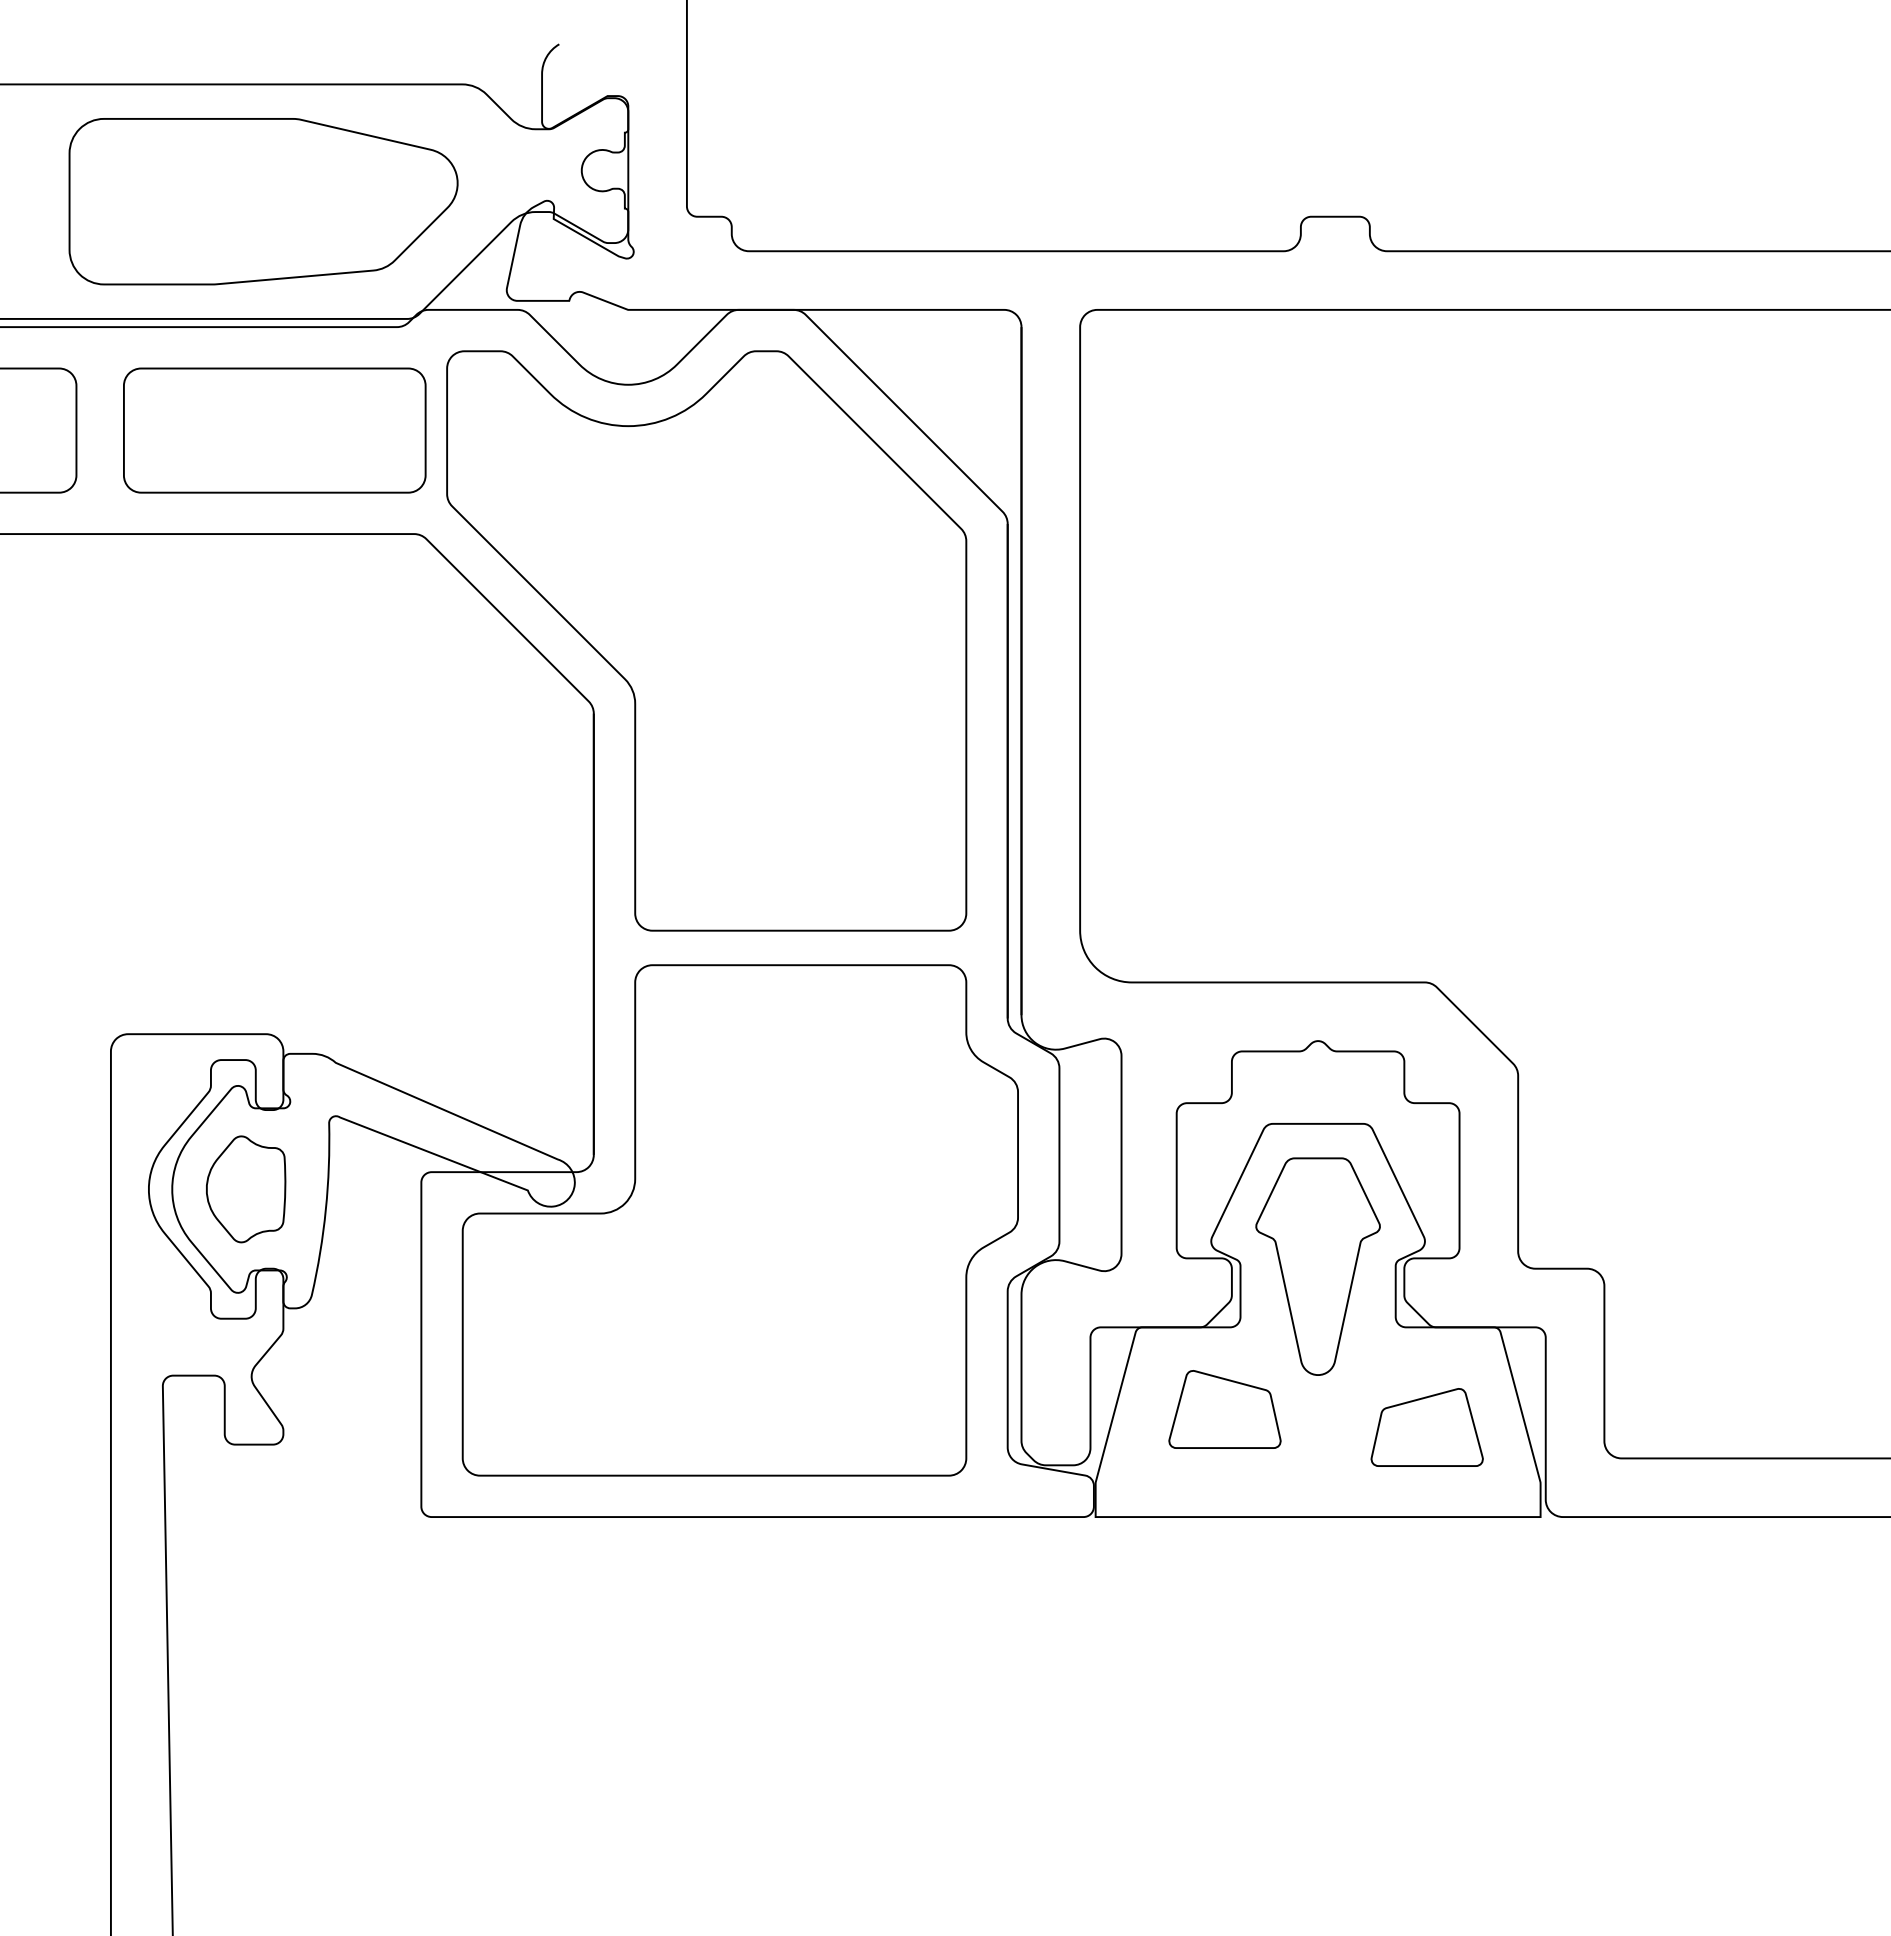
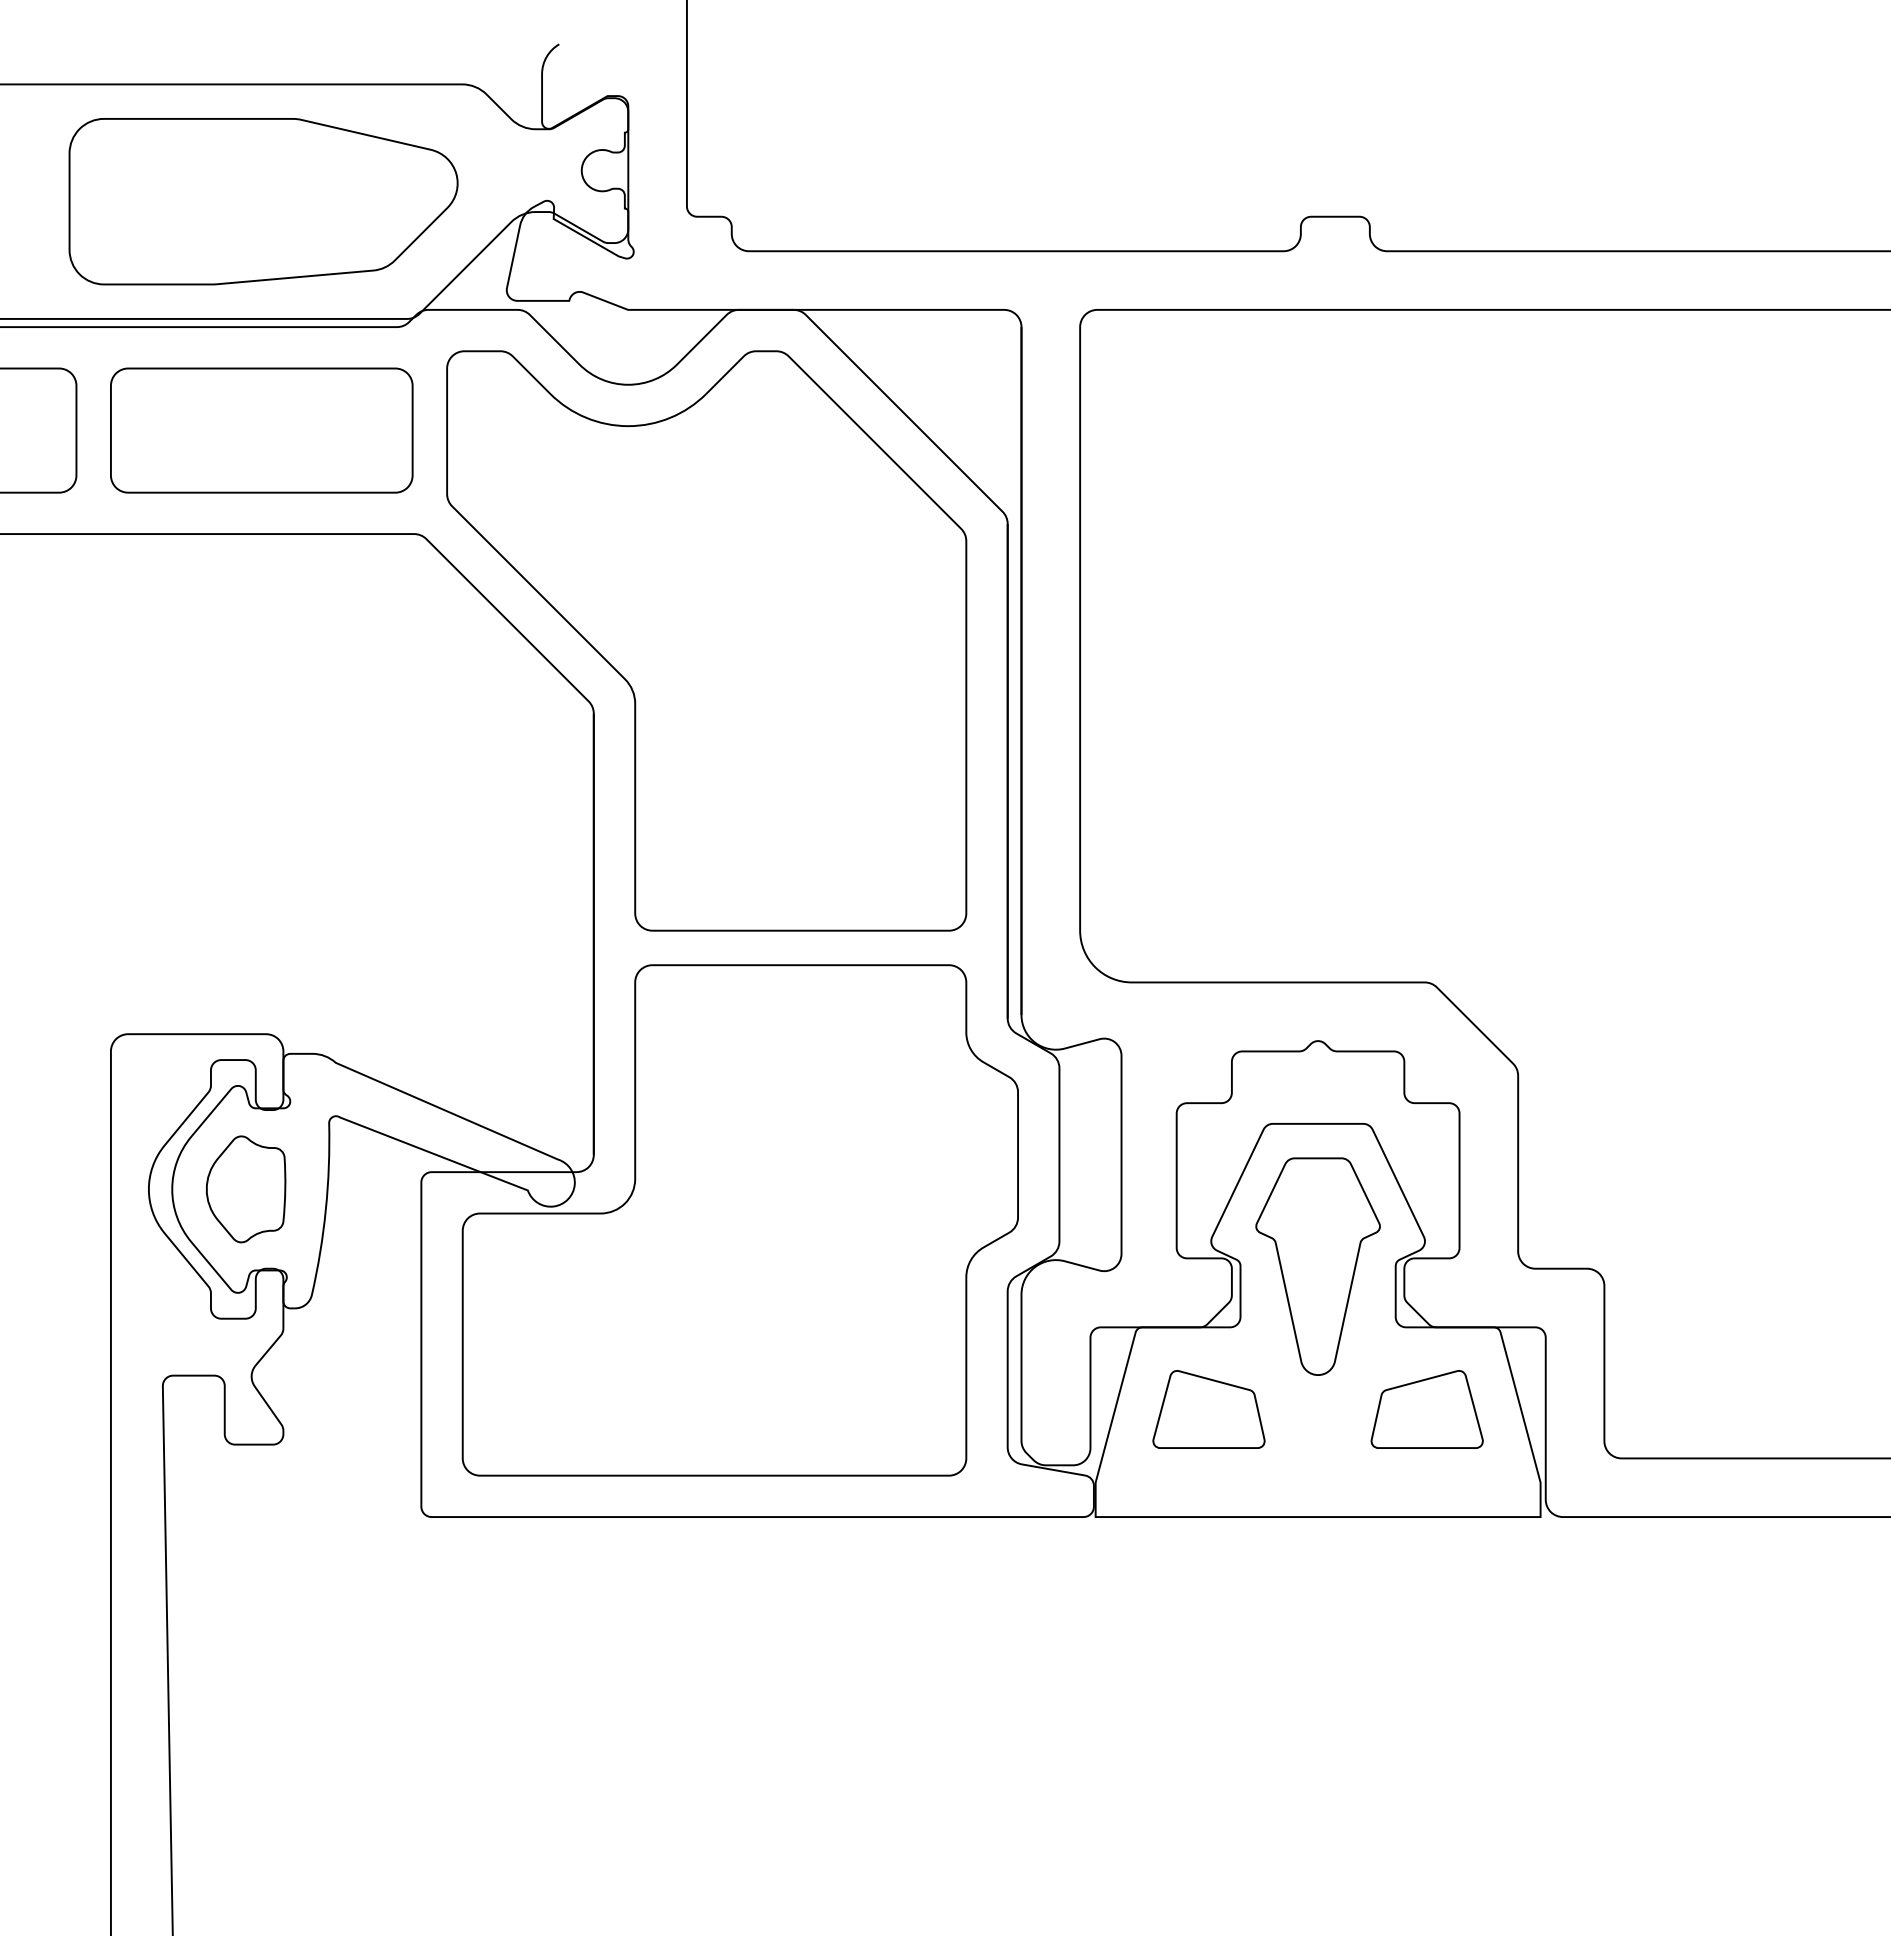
part at (274, 430) position: (274, 430) -> (261, 430)
part at (1224, 1409) position: (1224, 1409) -> (1208, 1409)
part at (1426, 1427) position: (1426, 1427) -> (1426, 1409)
